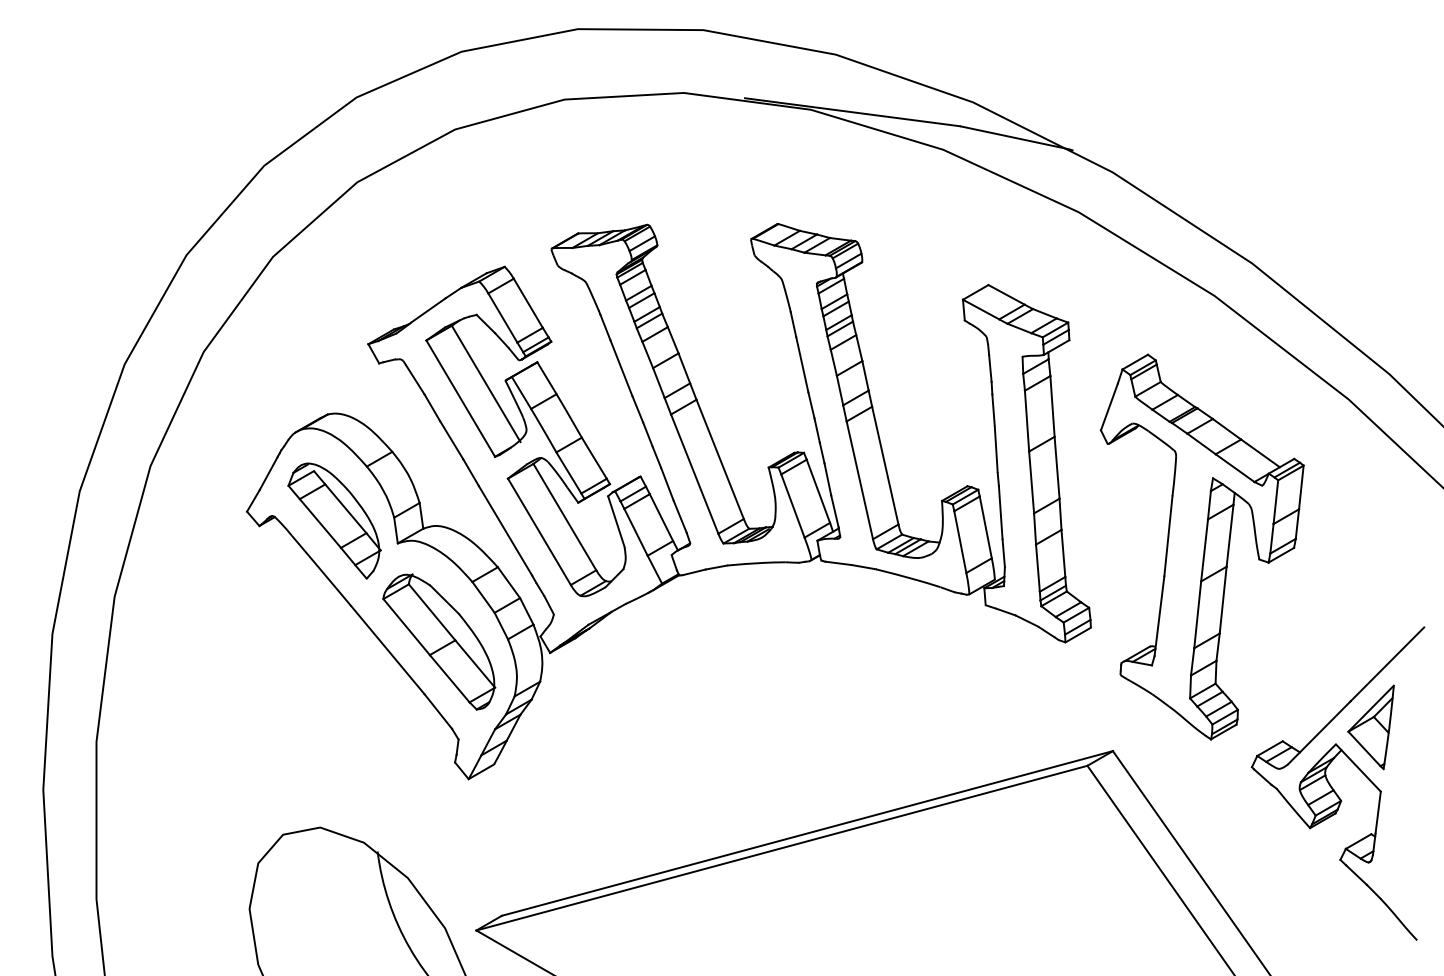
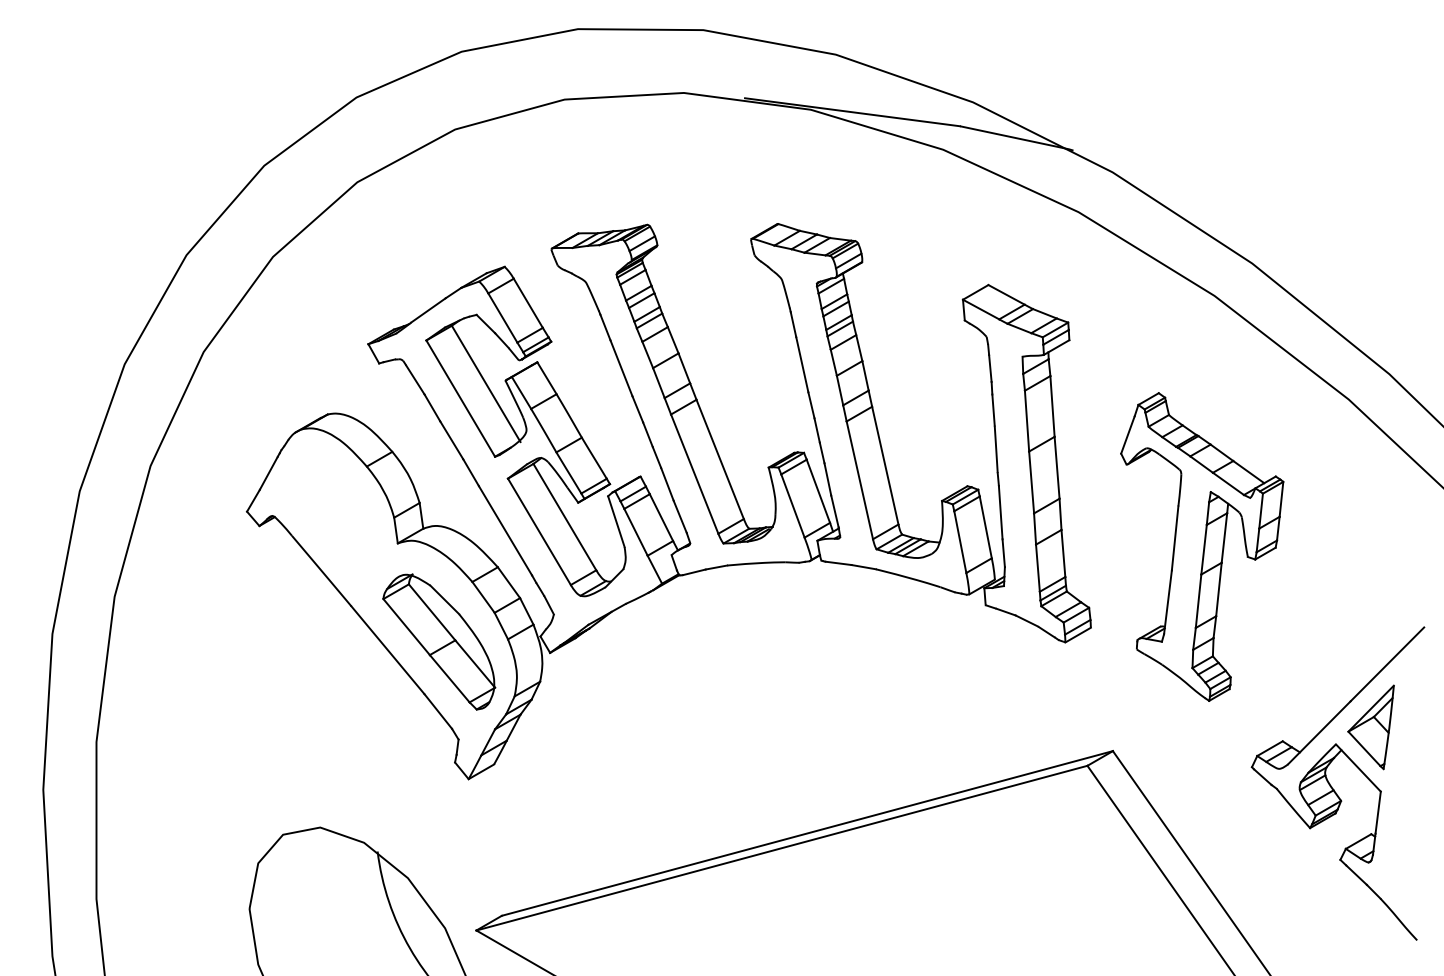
part at (334, 520): present -> none
part at (1201, 546) size: 206x388 px -> 165x310 px
